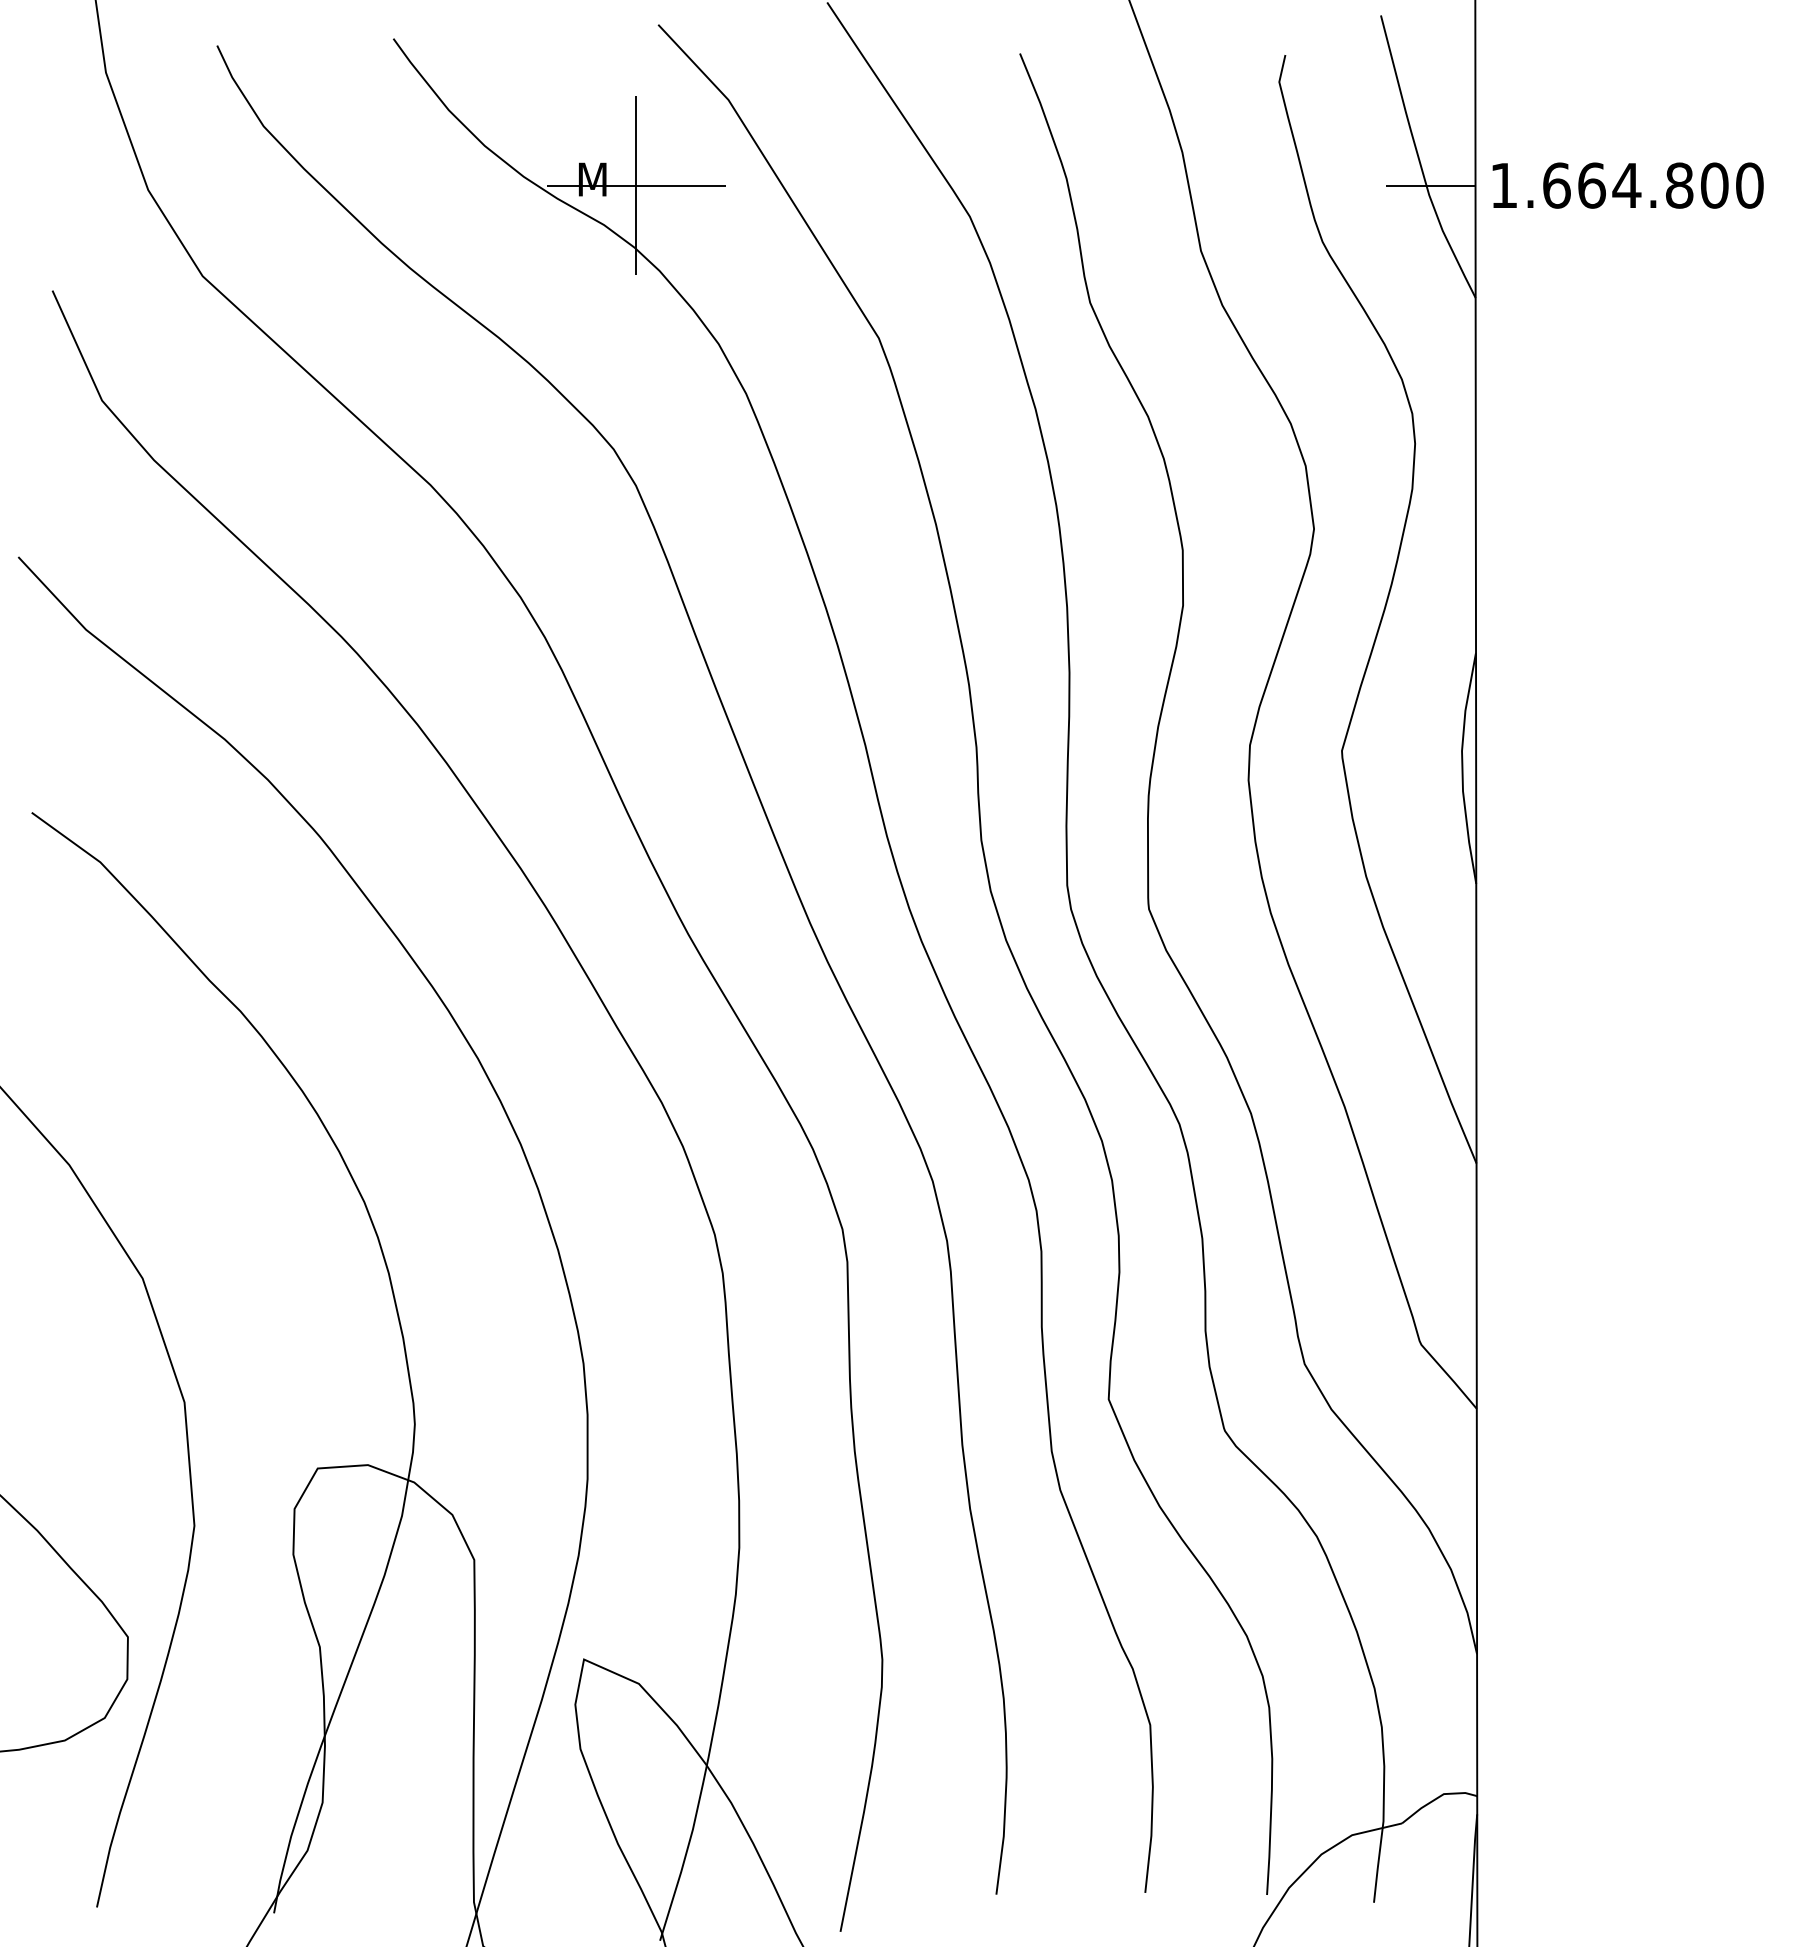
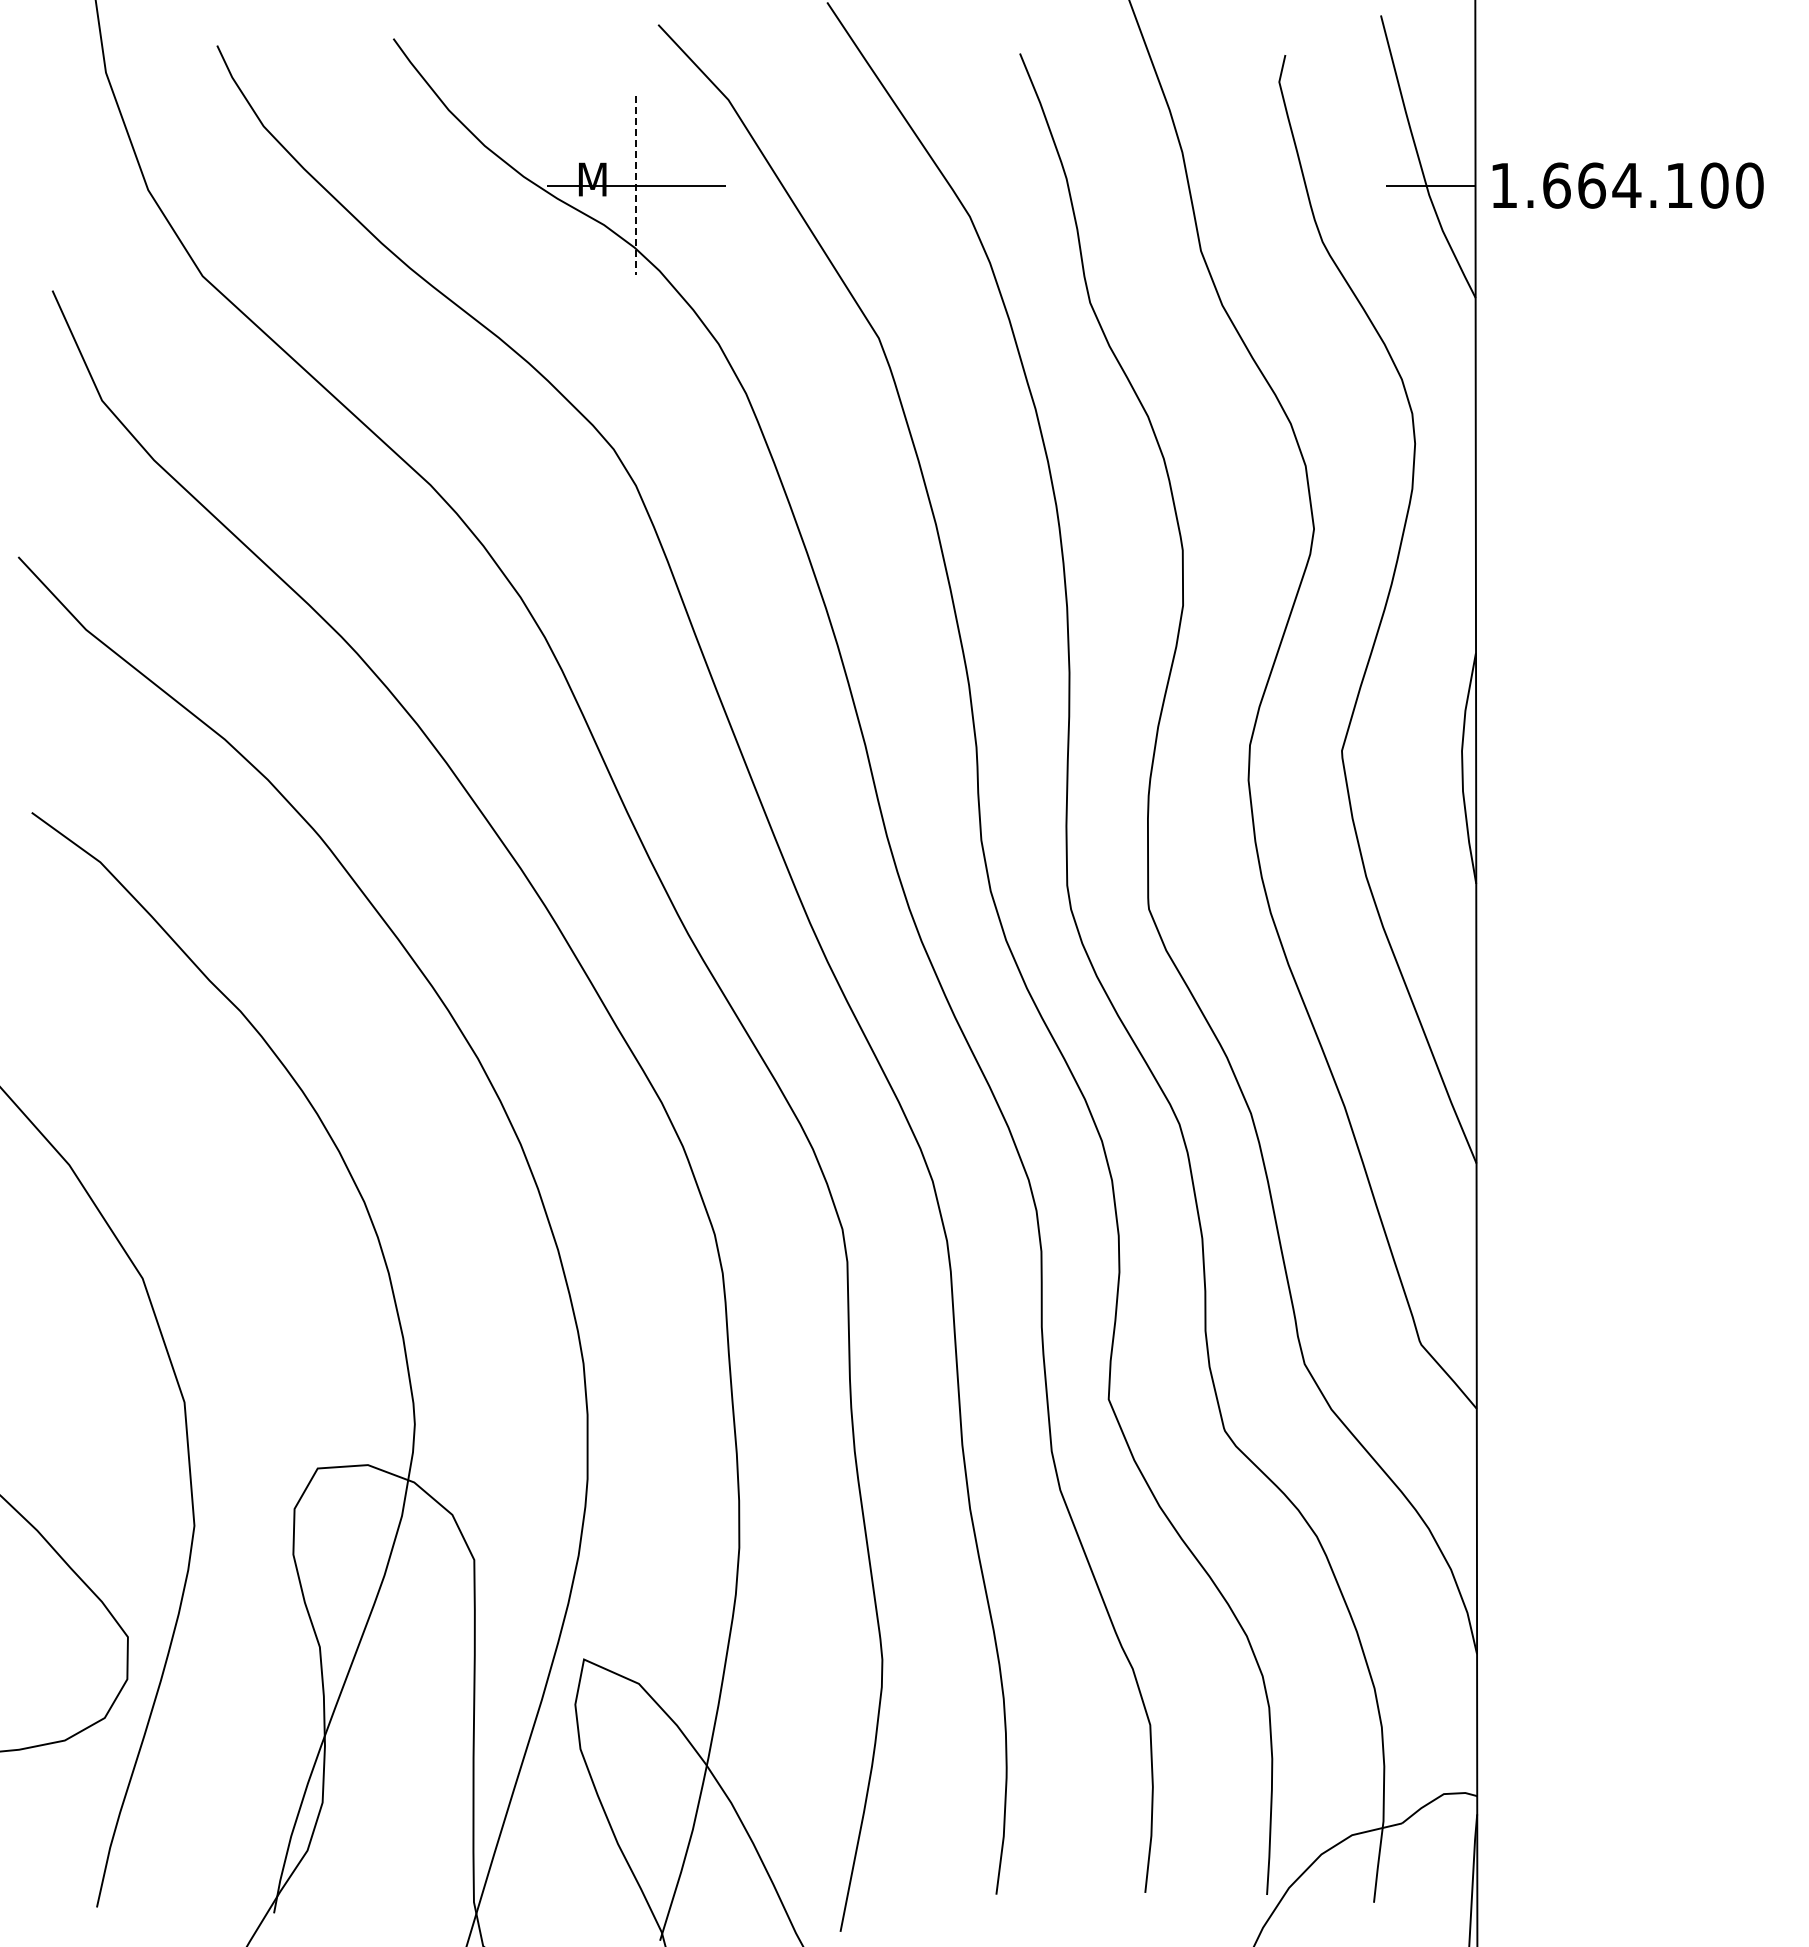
text at (1679, 185): 1.664.800 -> 1.664.100
line at (636, 186): solid -> dashed
